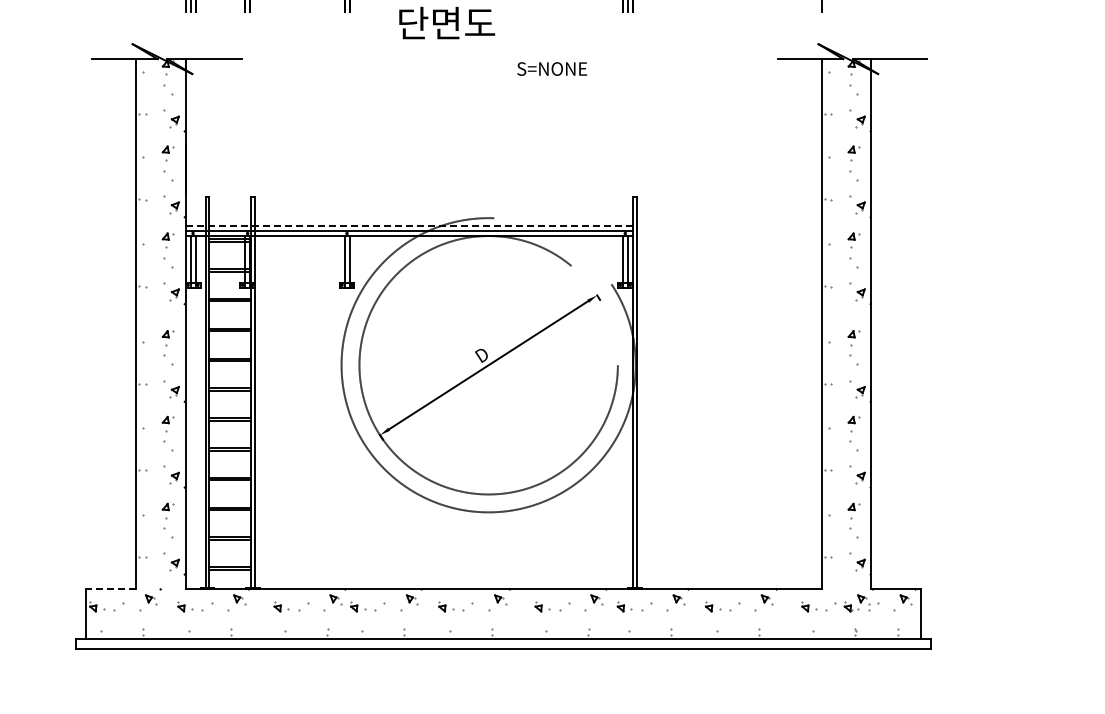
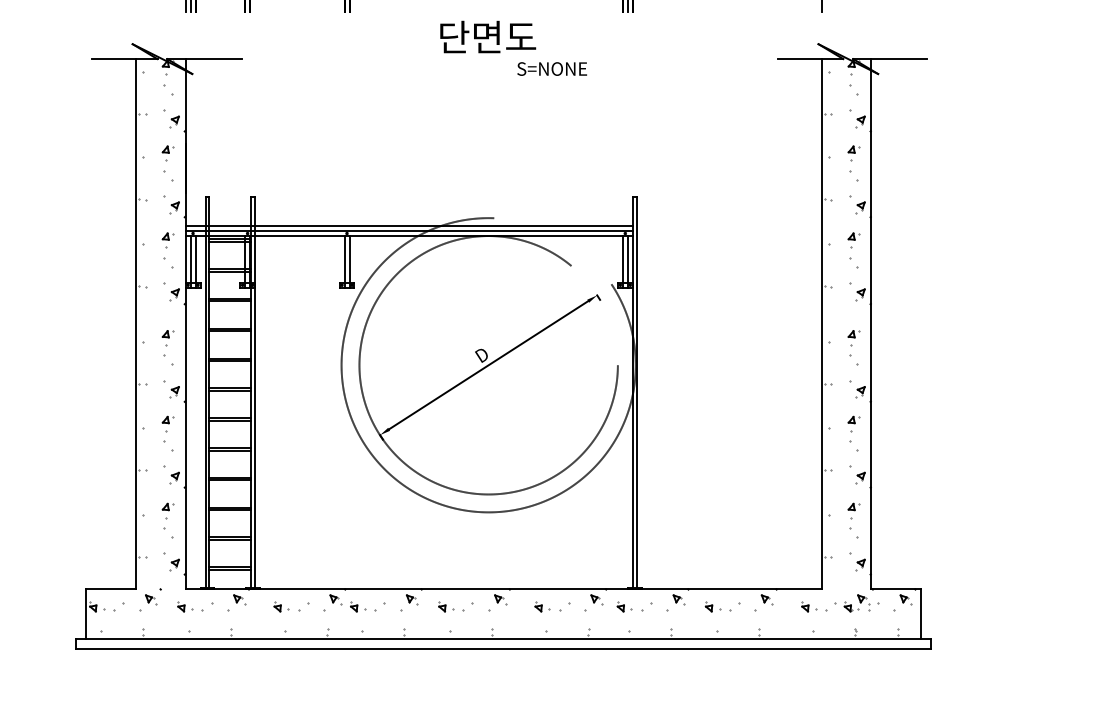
text at (447, 22) position: (447, 22) -> (488, 36)
line at (409, 226): dashed -> solid
line at (111, 588): dashed -> solid
